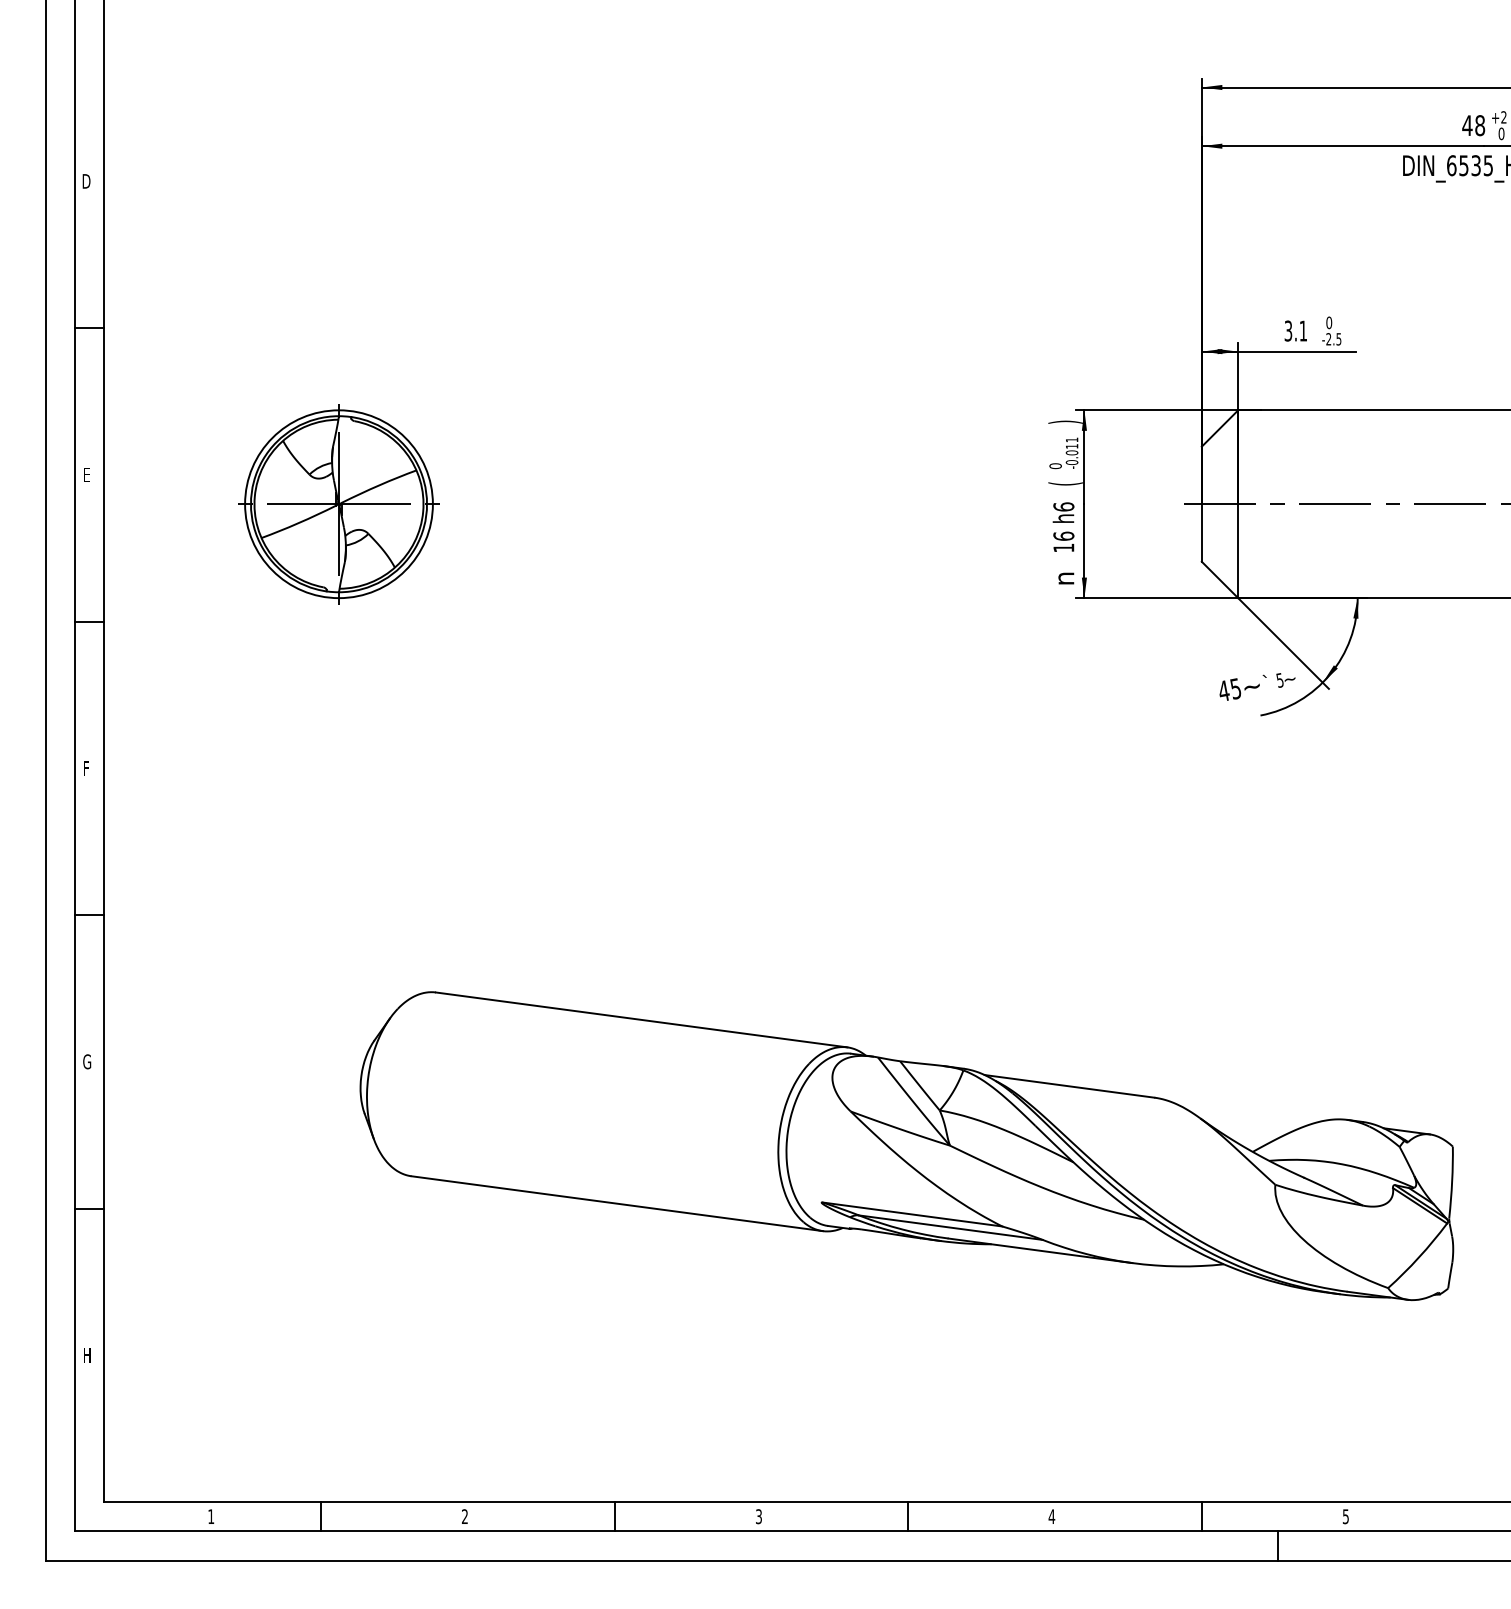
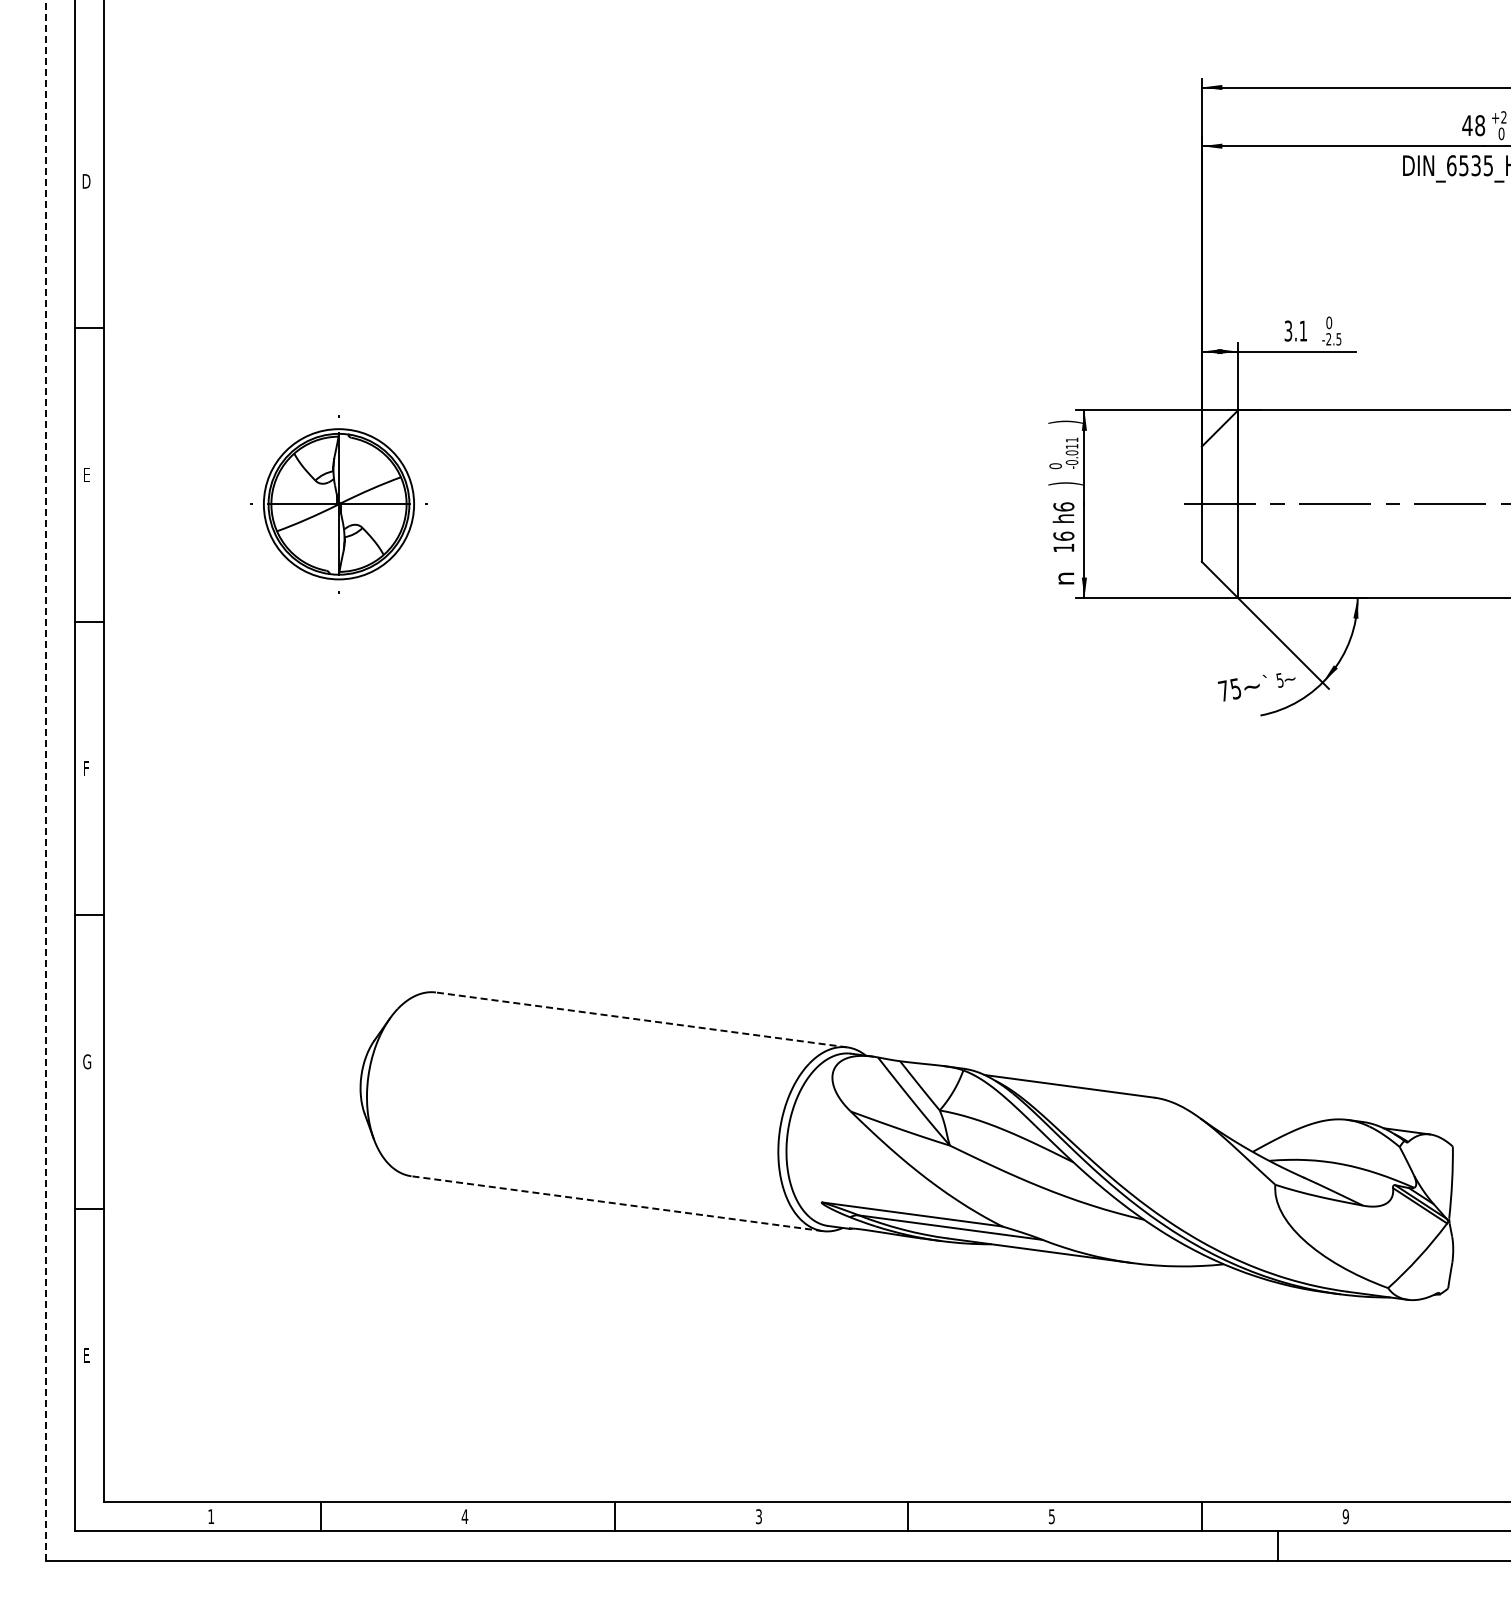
text at (1065, 483): ( -> )
part at (338, 504) size: 202x201 px -> 152x153 px
text at (1223, 690): 45 -> 75
line at (45, 780): solid -> dashed
line at (641, 1019): solid -> dashed
line at (617, 1203): solid -> dashed
text at (87, 1355): H -> E
text at (464, 1516): 2 -> 4
text at (1051, 1516): 4 -> 5
text at (1345, 1516): 5 -> 9
